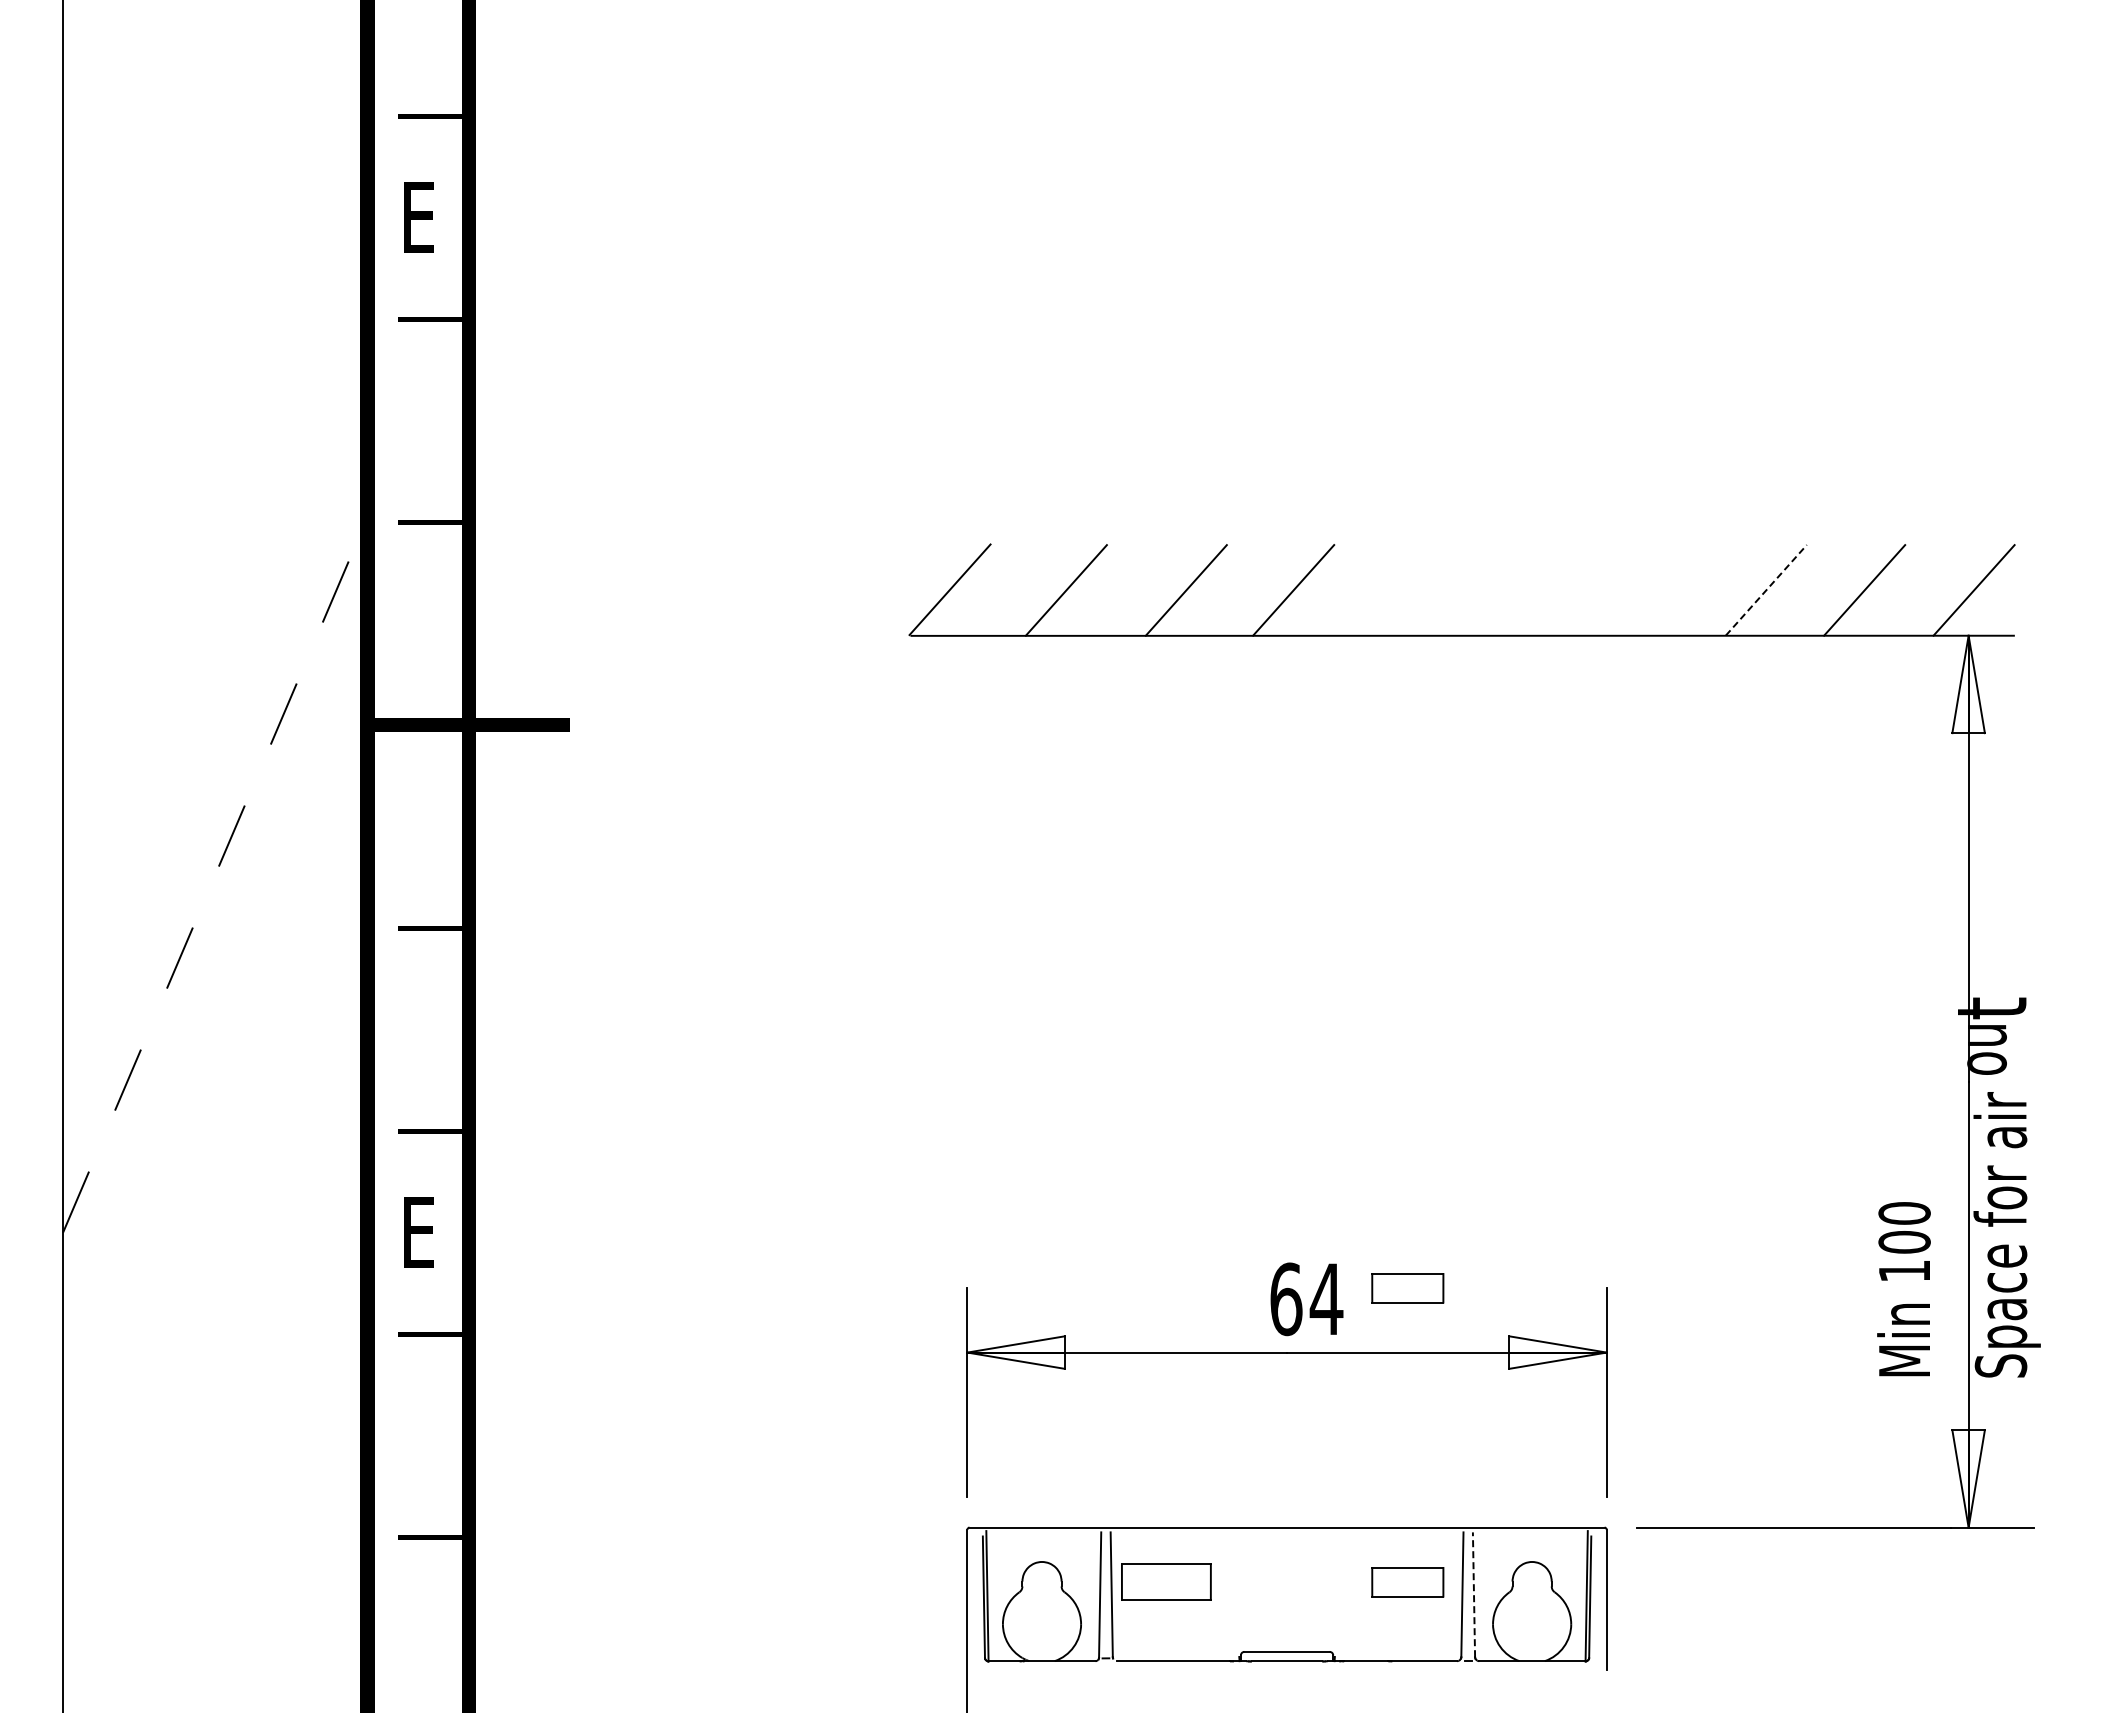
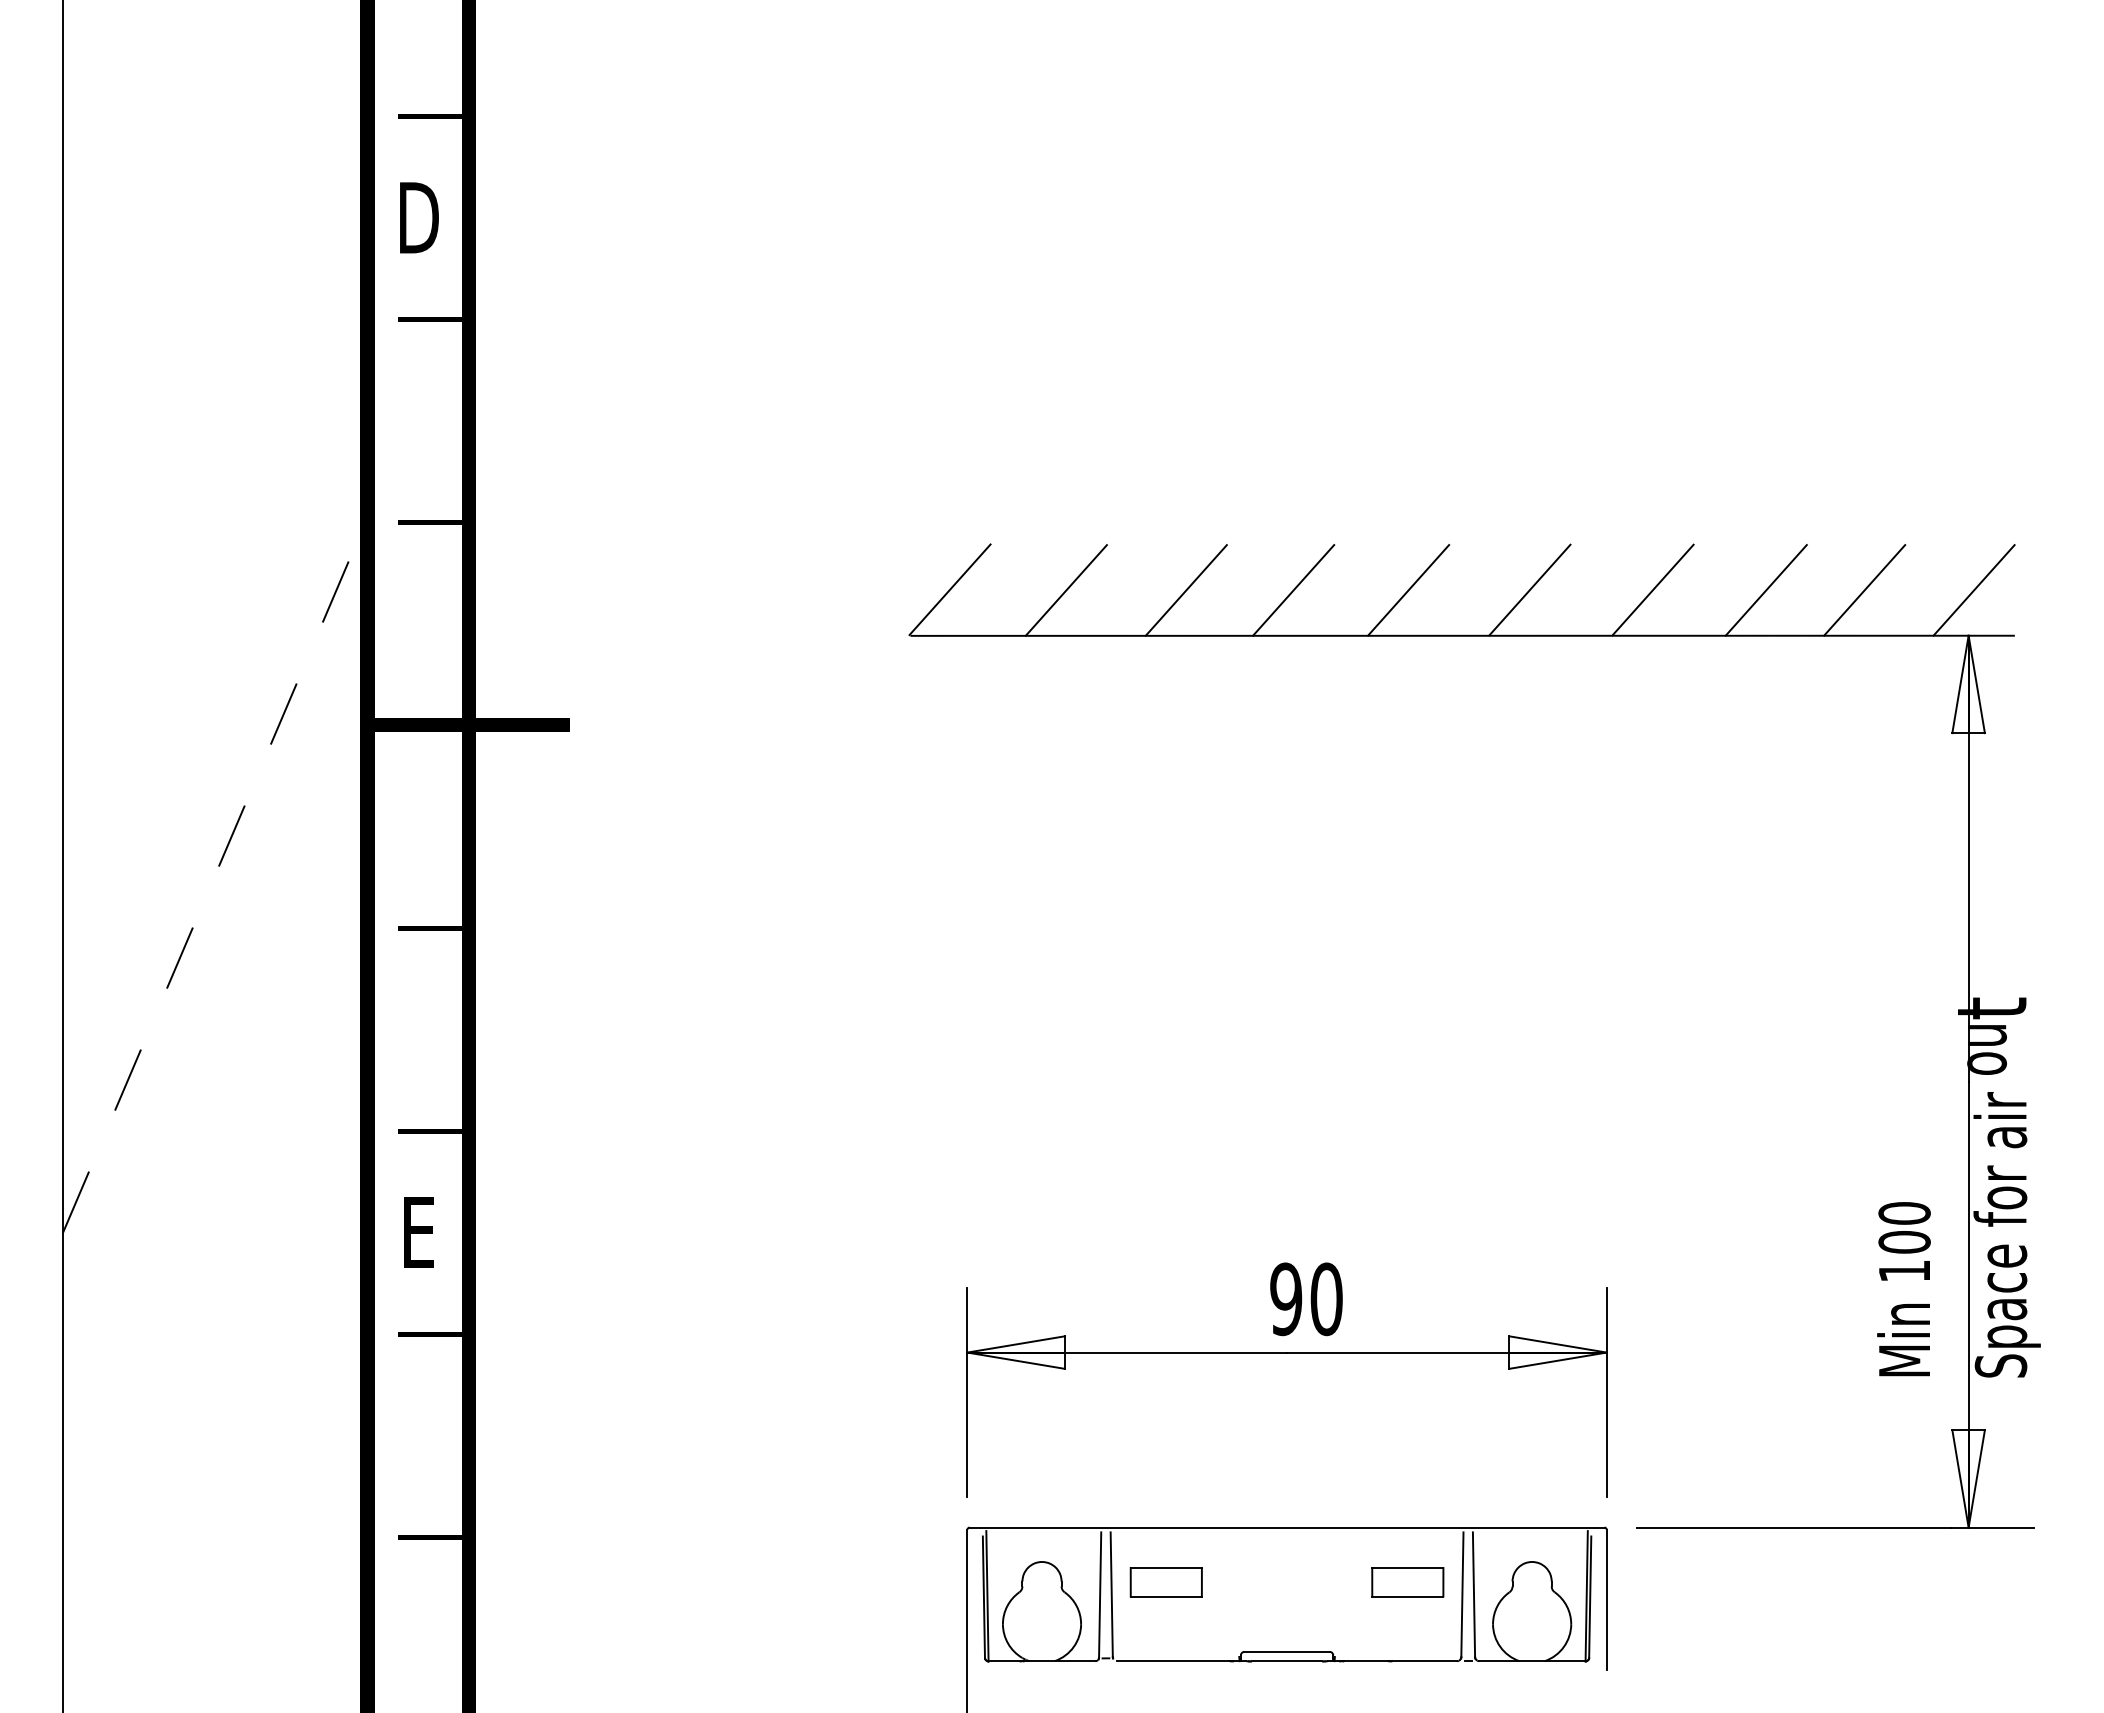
text at (419, 217): E -> D
line at (1529, 589): none -> present
line at (1652, 589): none -> present
line at (1408, 590): none -> present
line at (1766, 590): dashed -> solid
part at (1407, 1288): present -> none
text at (1306, 1299): 64 -> 90
part at (1166, 1581) size: 91x38 px -> 74x31 px
line at (1473, 1594): dashed -> solid
